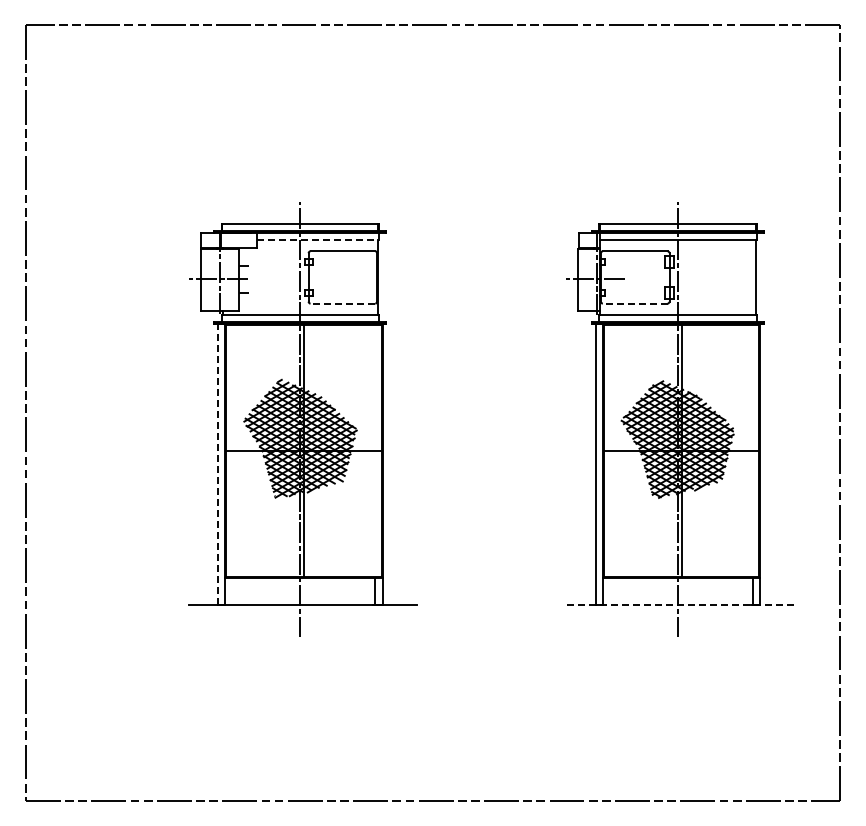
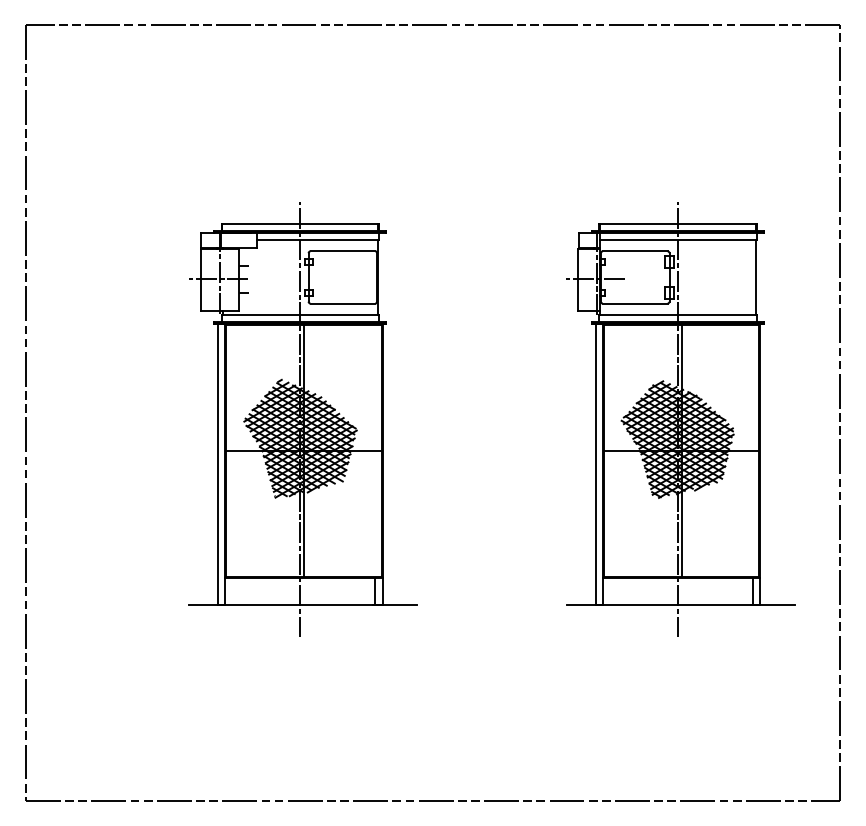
line at (318, 239): dashed -> solid
line at (342, 303): dashed -> solid
line at (634, 303): dashed -> solid
line at (217, 464): dashed -> solid
line at (681, 605): dashed -> solid
